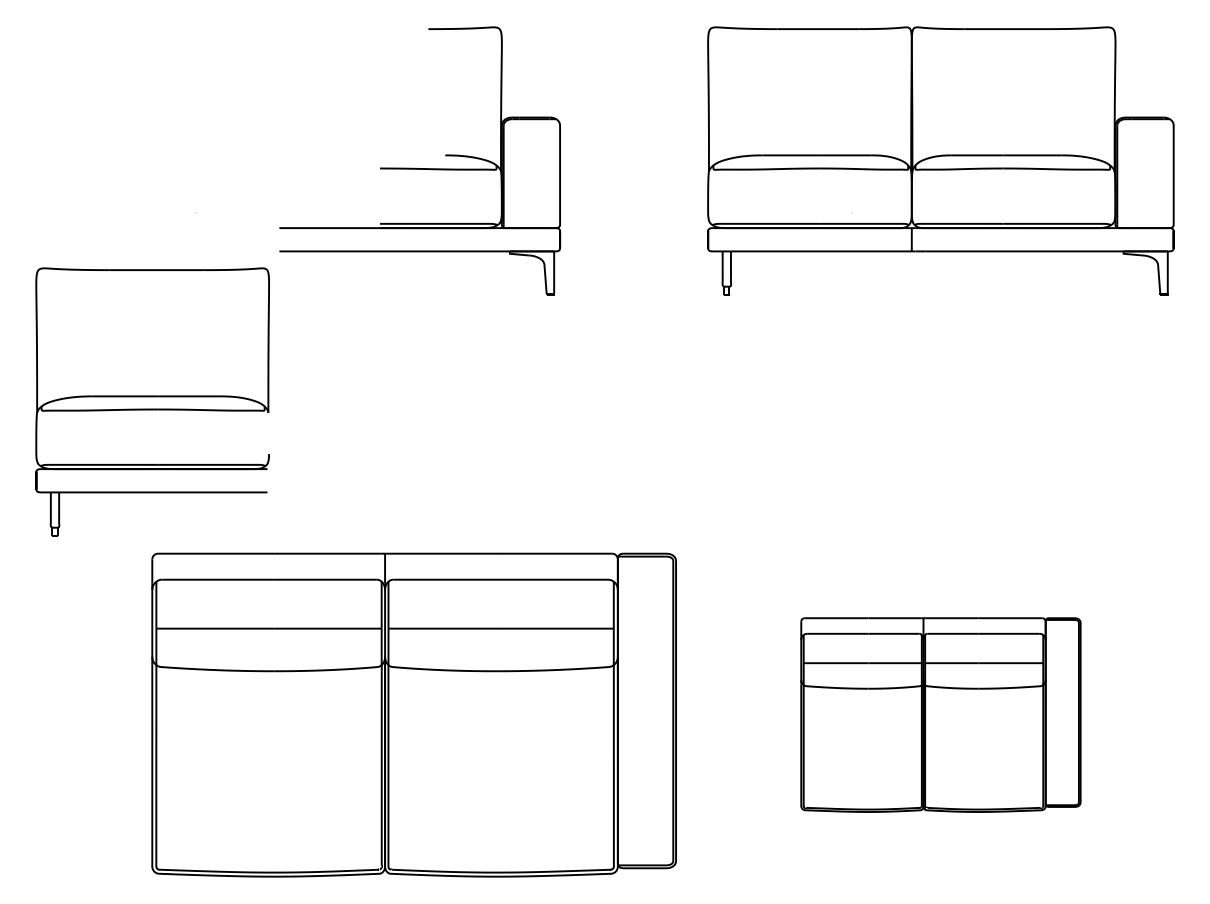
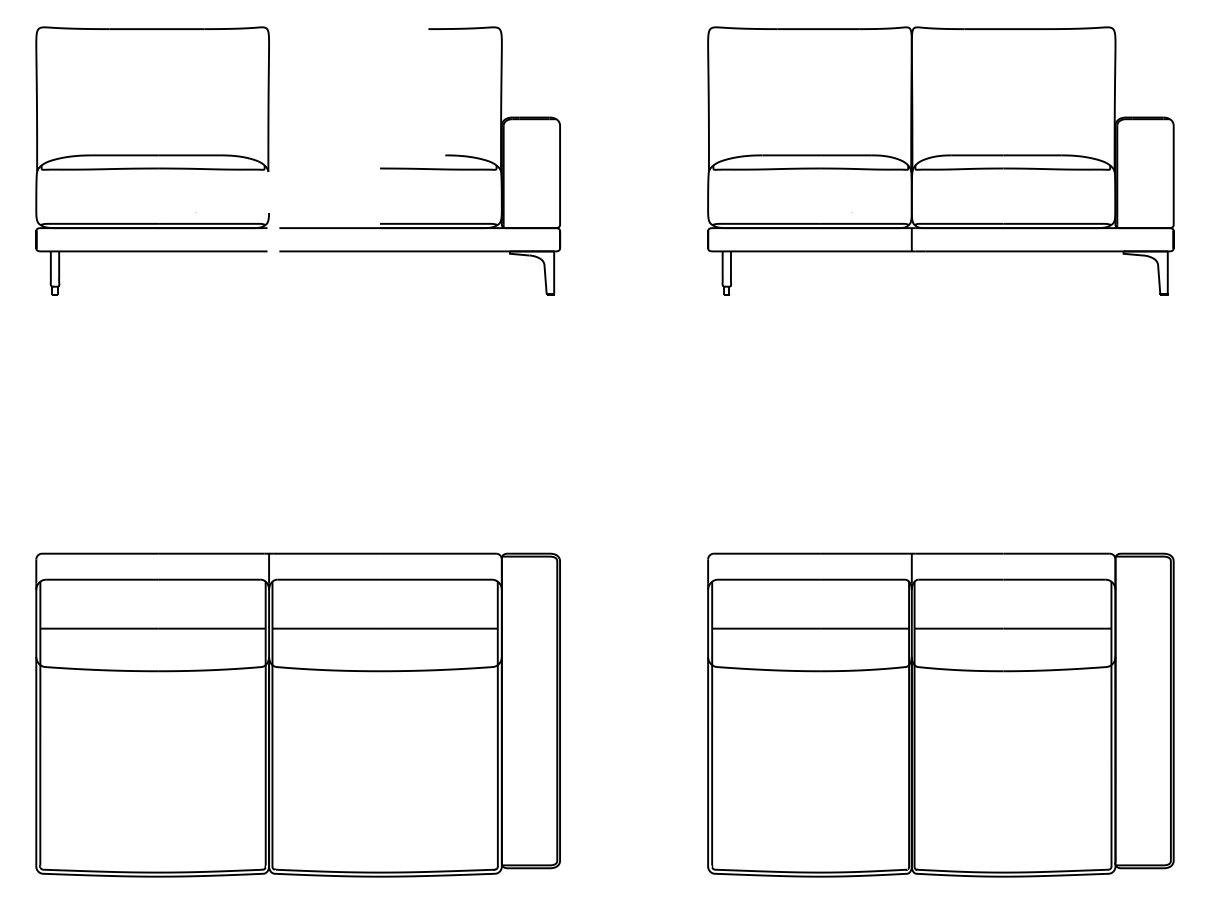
part at (152, 401) position: (152, 401) -> (152, 160)
part at (413, 714) position: (413, 714) -> (297, 714)
part at (940, 714) size: 282x196 px -> 468x326 px
